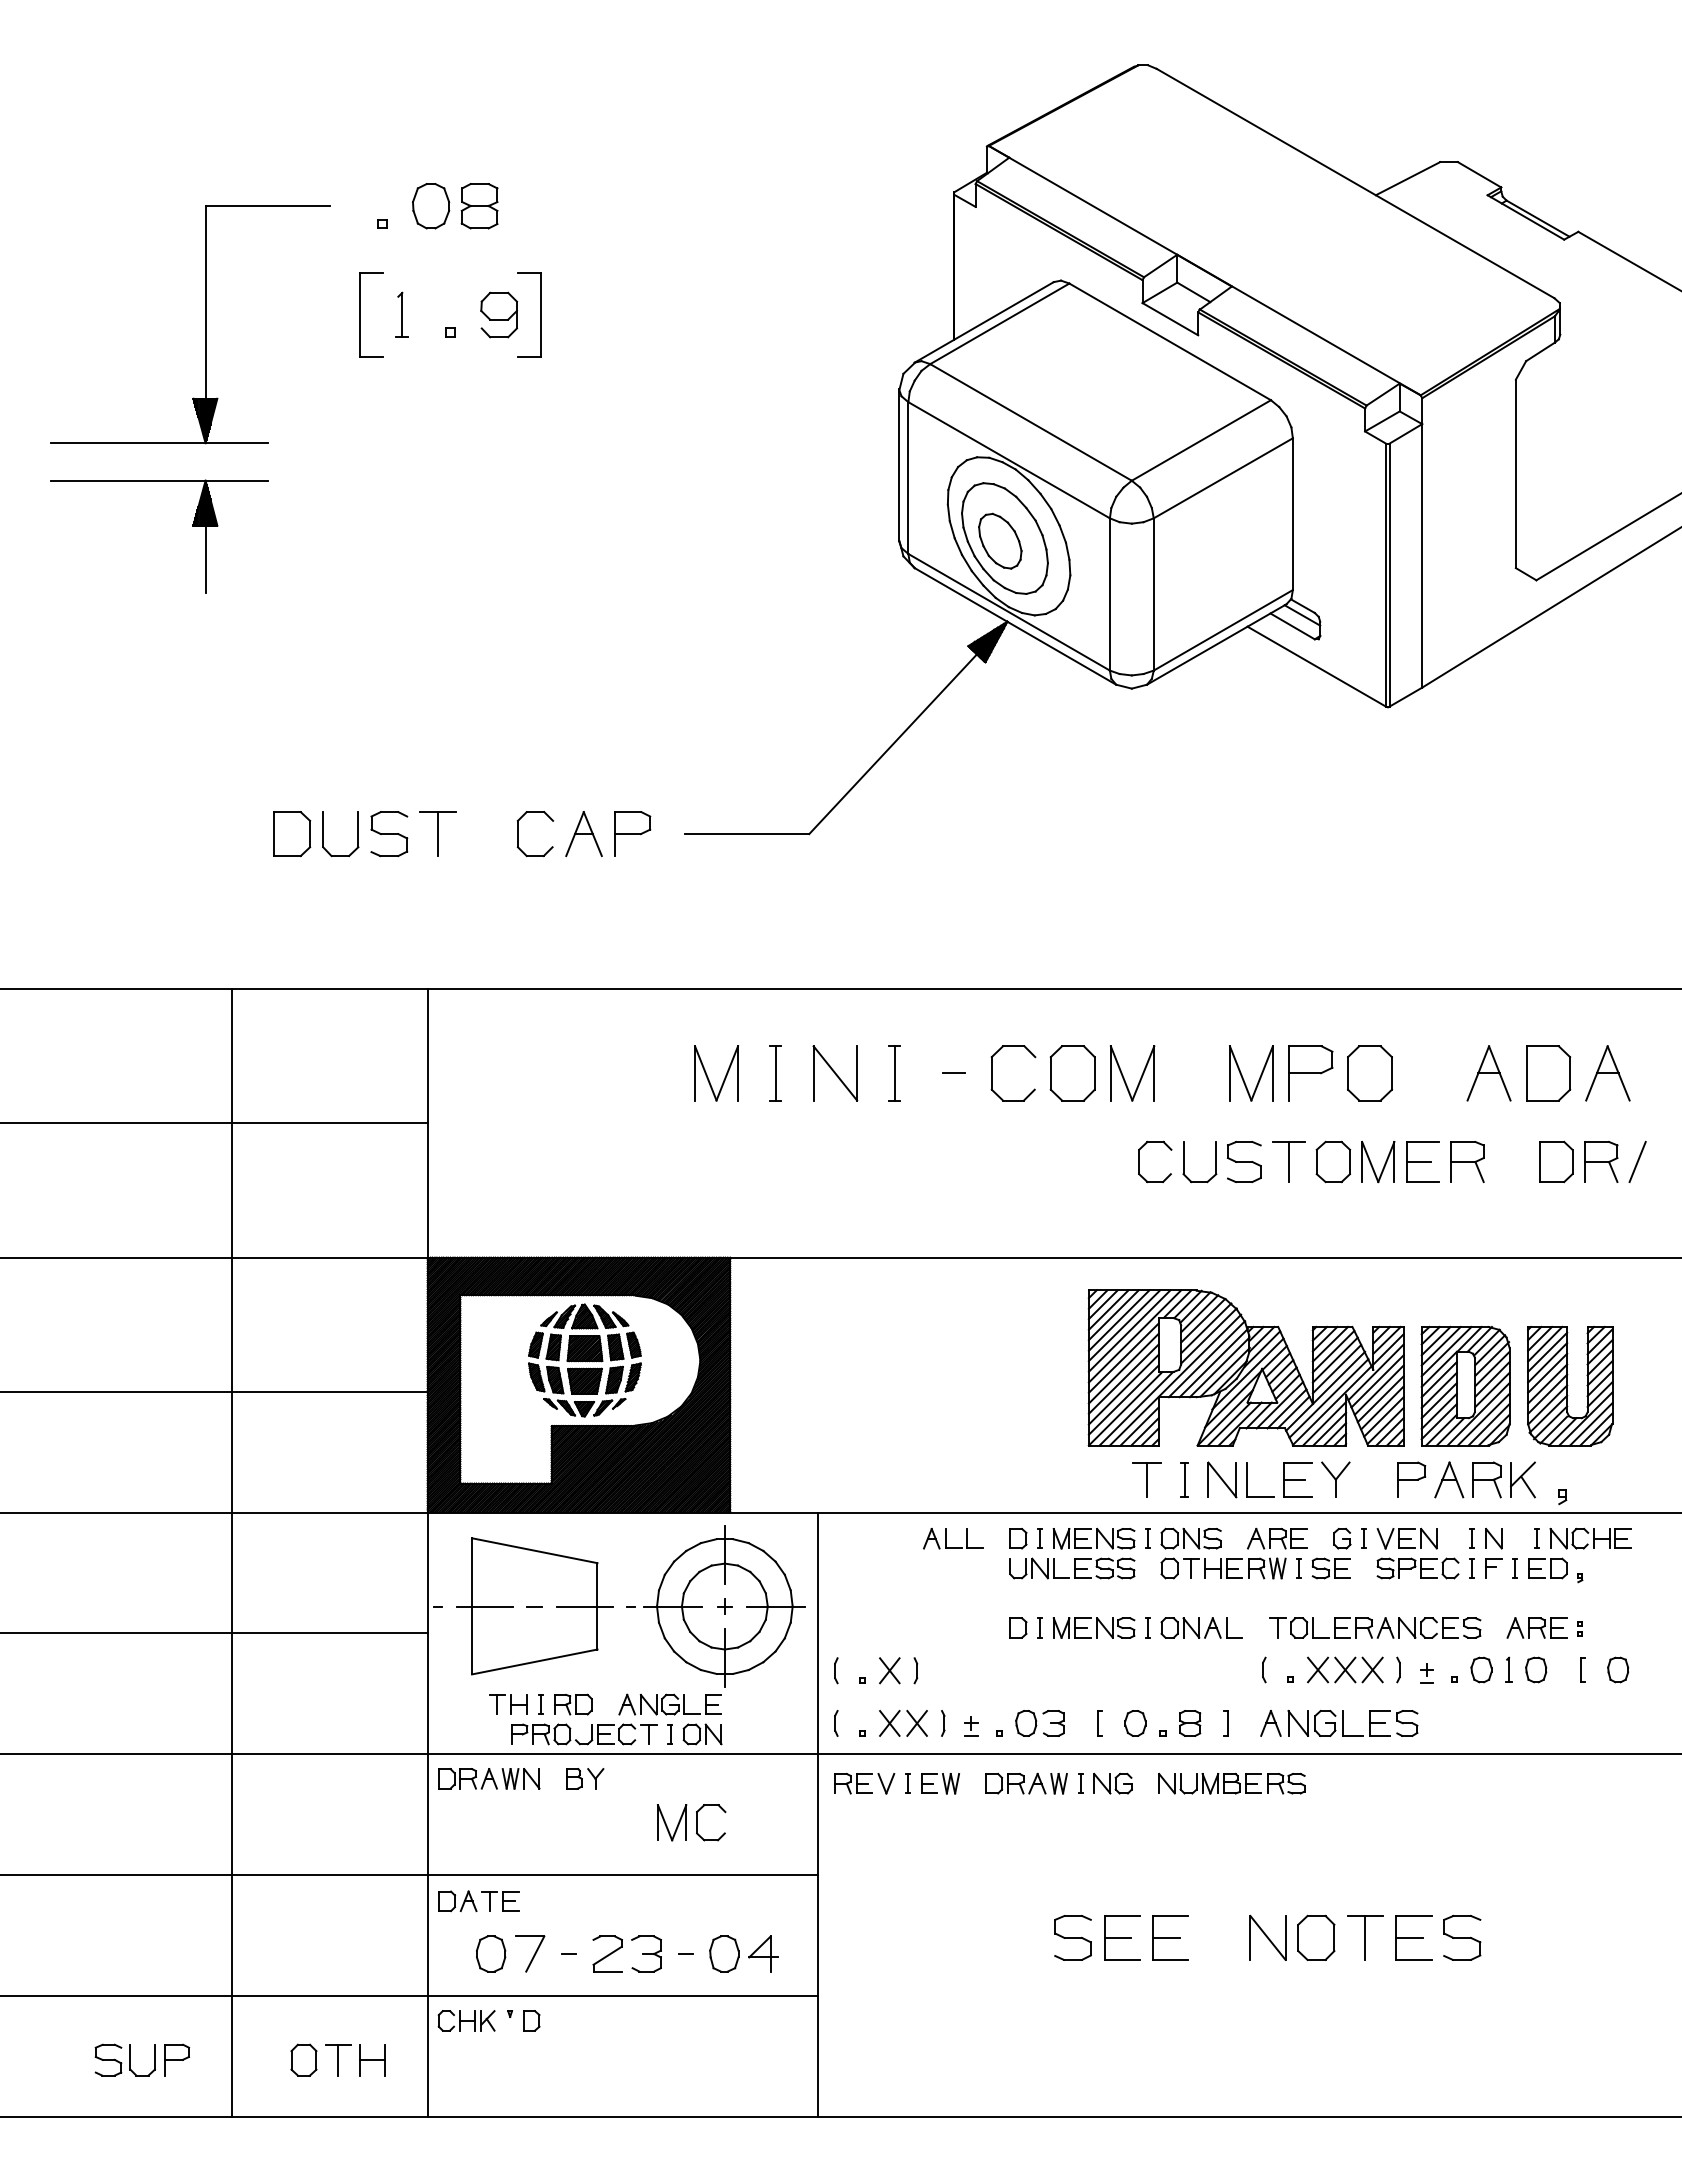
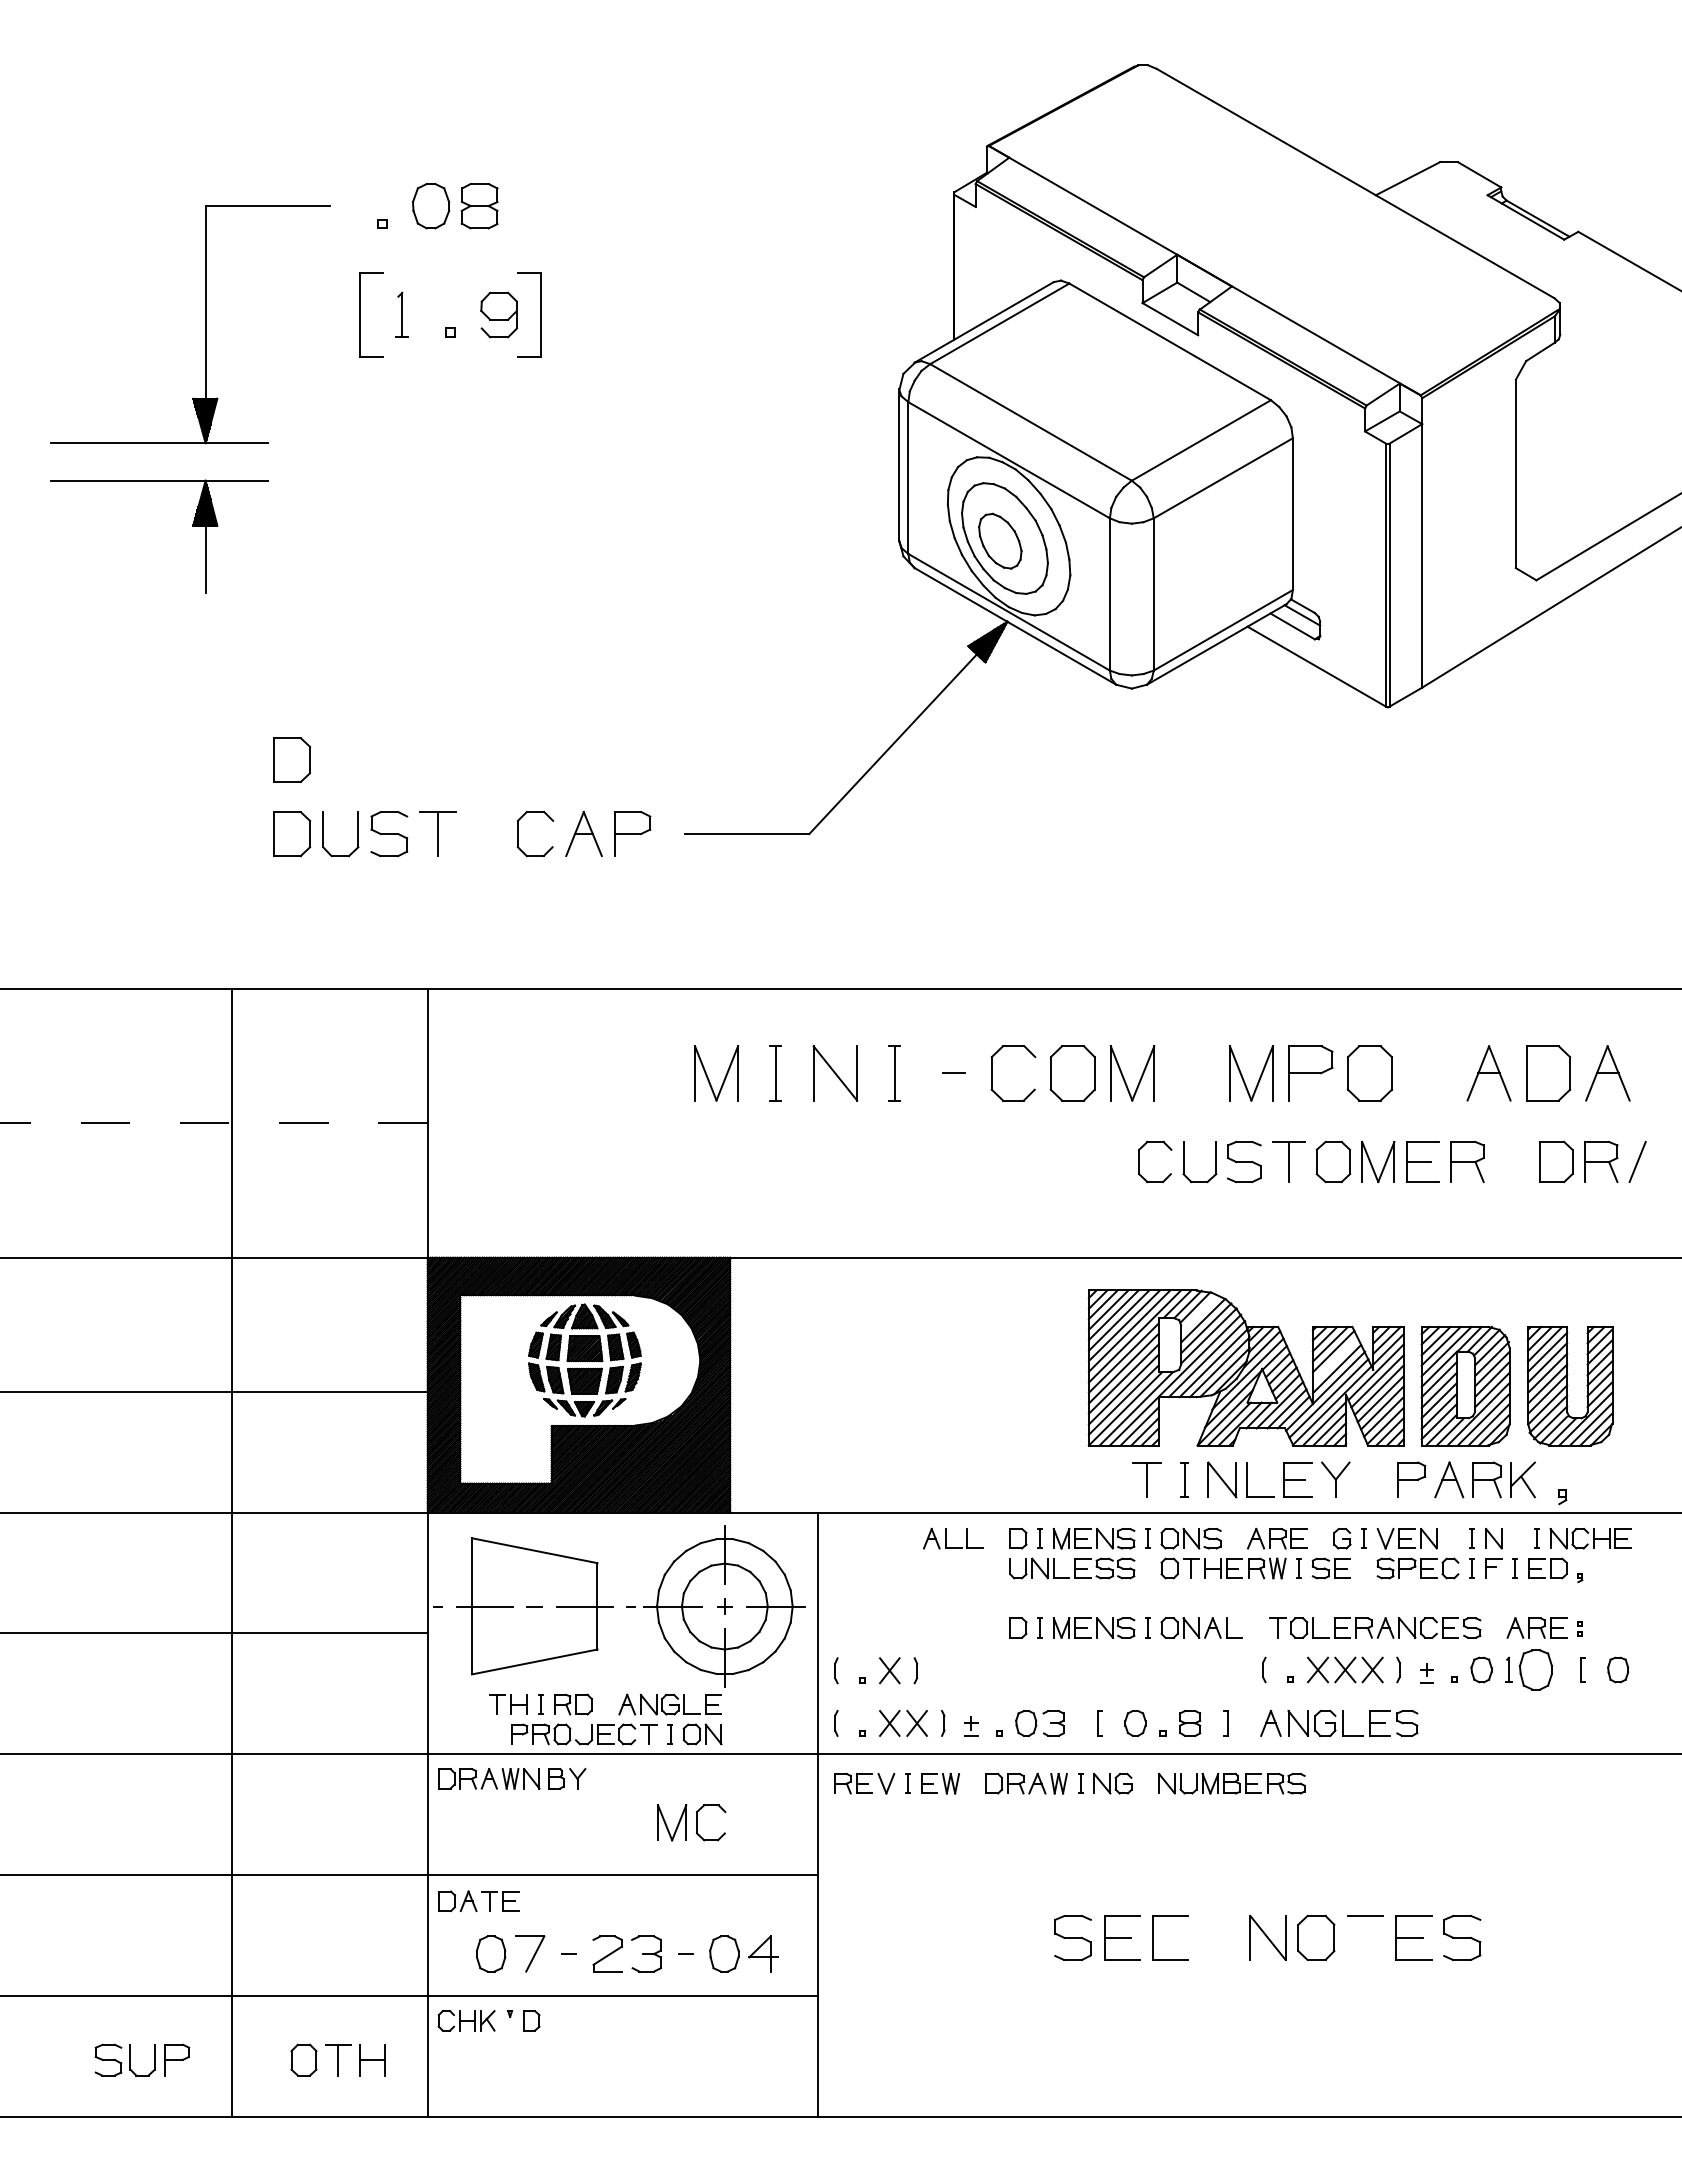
part at (292, 760): none -> present
line at (213, 1122): solid -> dashed
line at (1199, 1313): present -> none
line at (1334, 1359): present -> none
part at (1536, 1669) size: 23x28 px -> 34x42 px
part at (585, 1778) position: (585, 1778) -> (567, 1778)
line at (1165, 1937): present -> none
line at (1365, 1937): present -> none
